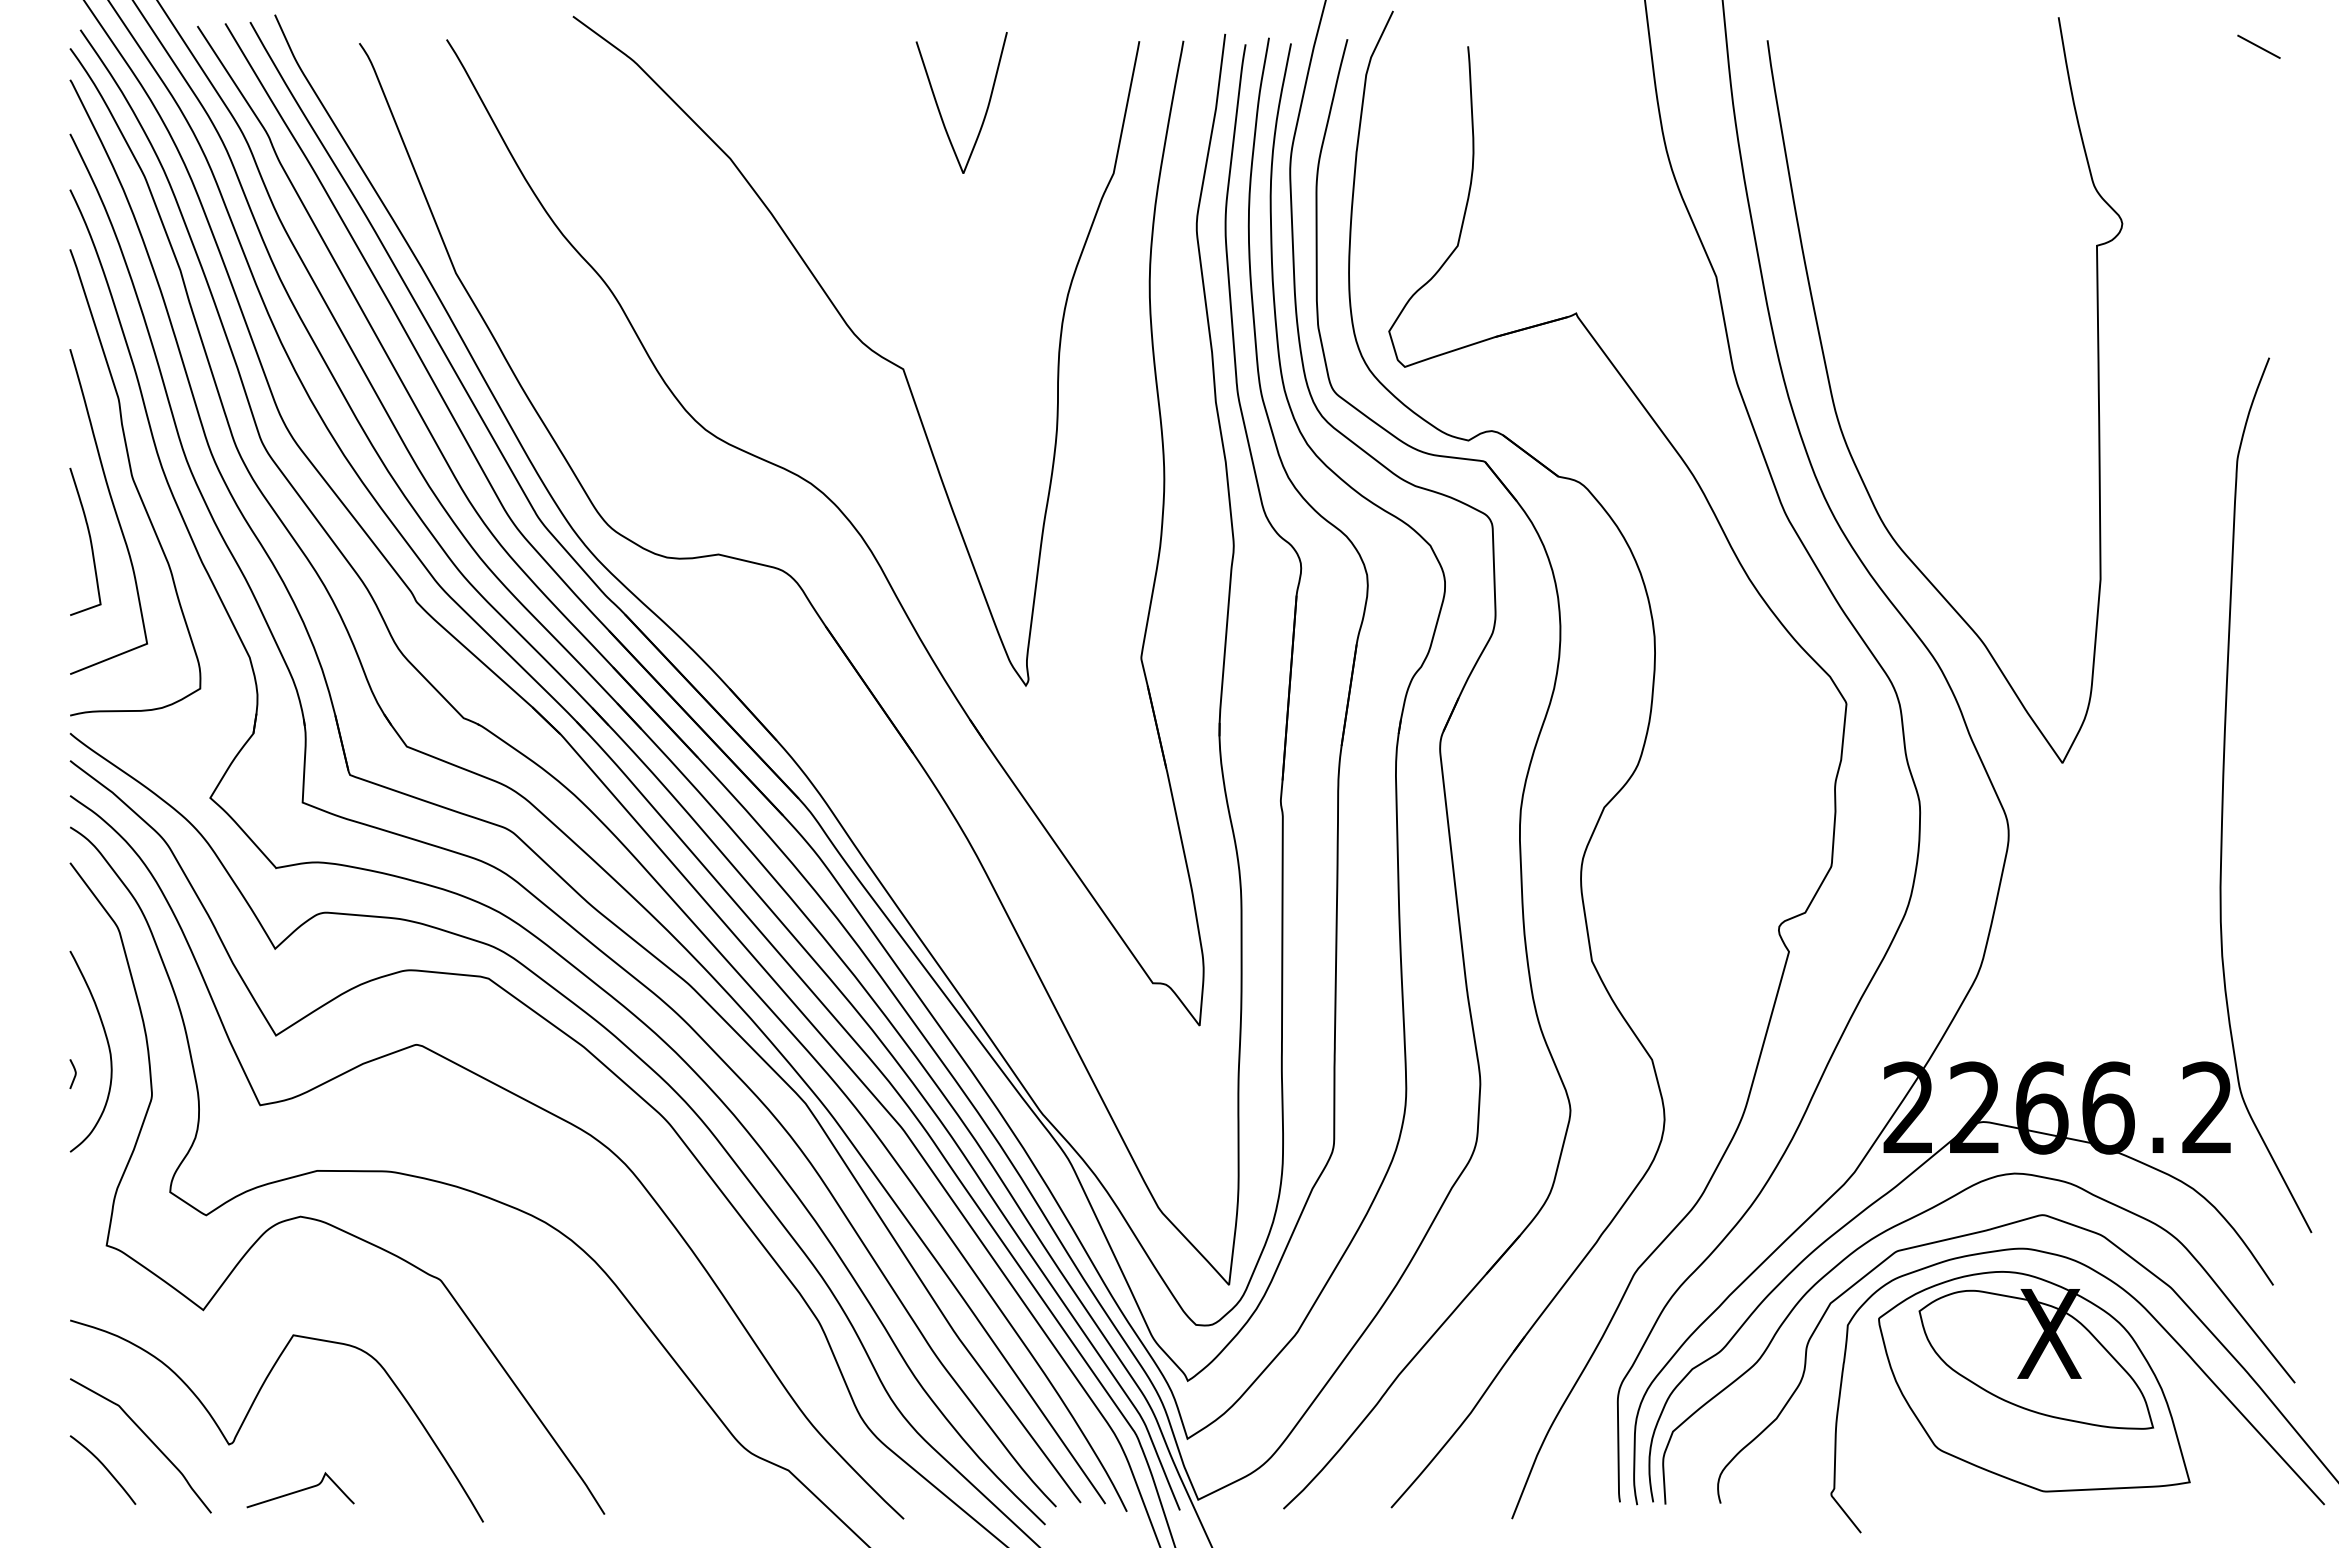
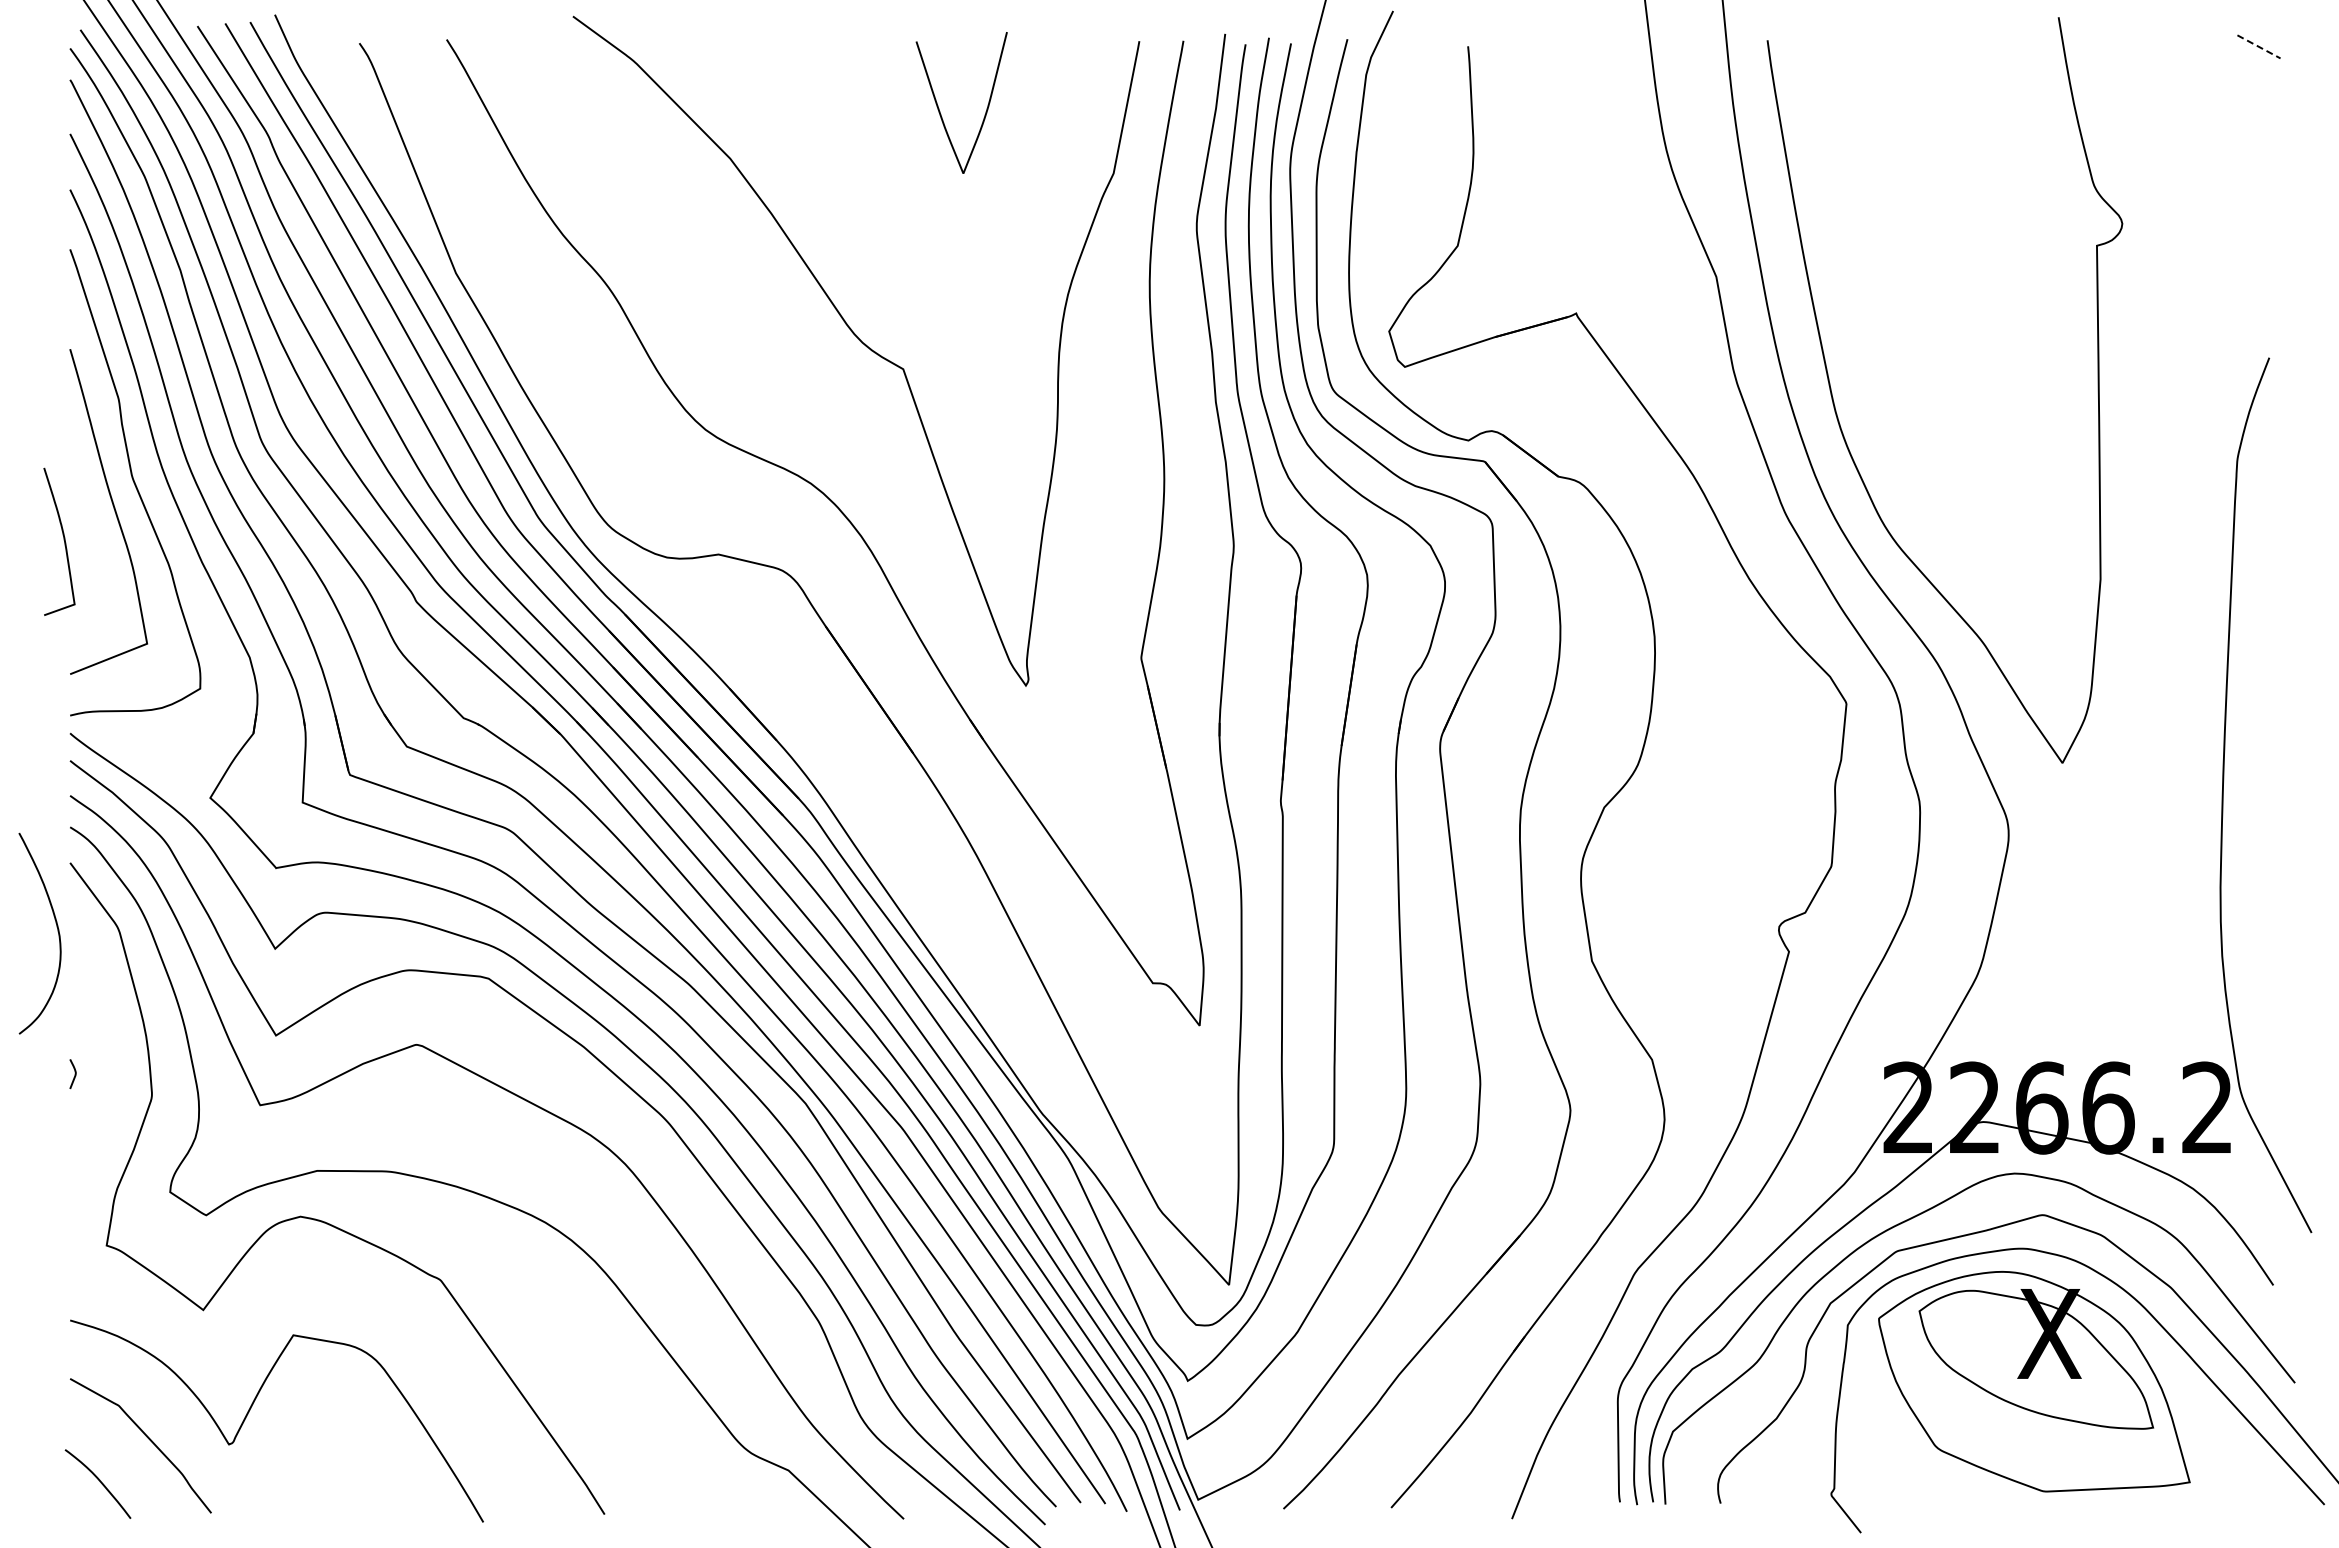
line at (2259, 47): solid -> dashed
curve at (89, 540) position: (89, 540) -> (63, 540)
curve at (107, 1045) position: (107, 1045) -> (56, 927)
curve at (104, 1467) position: (104, 1467) -> (99, 1481)
curve at (300, 1490): present -> none
